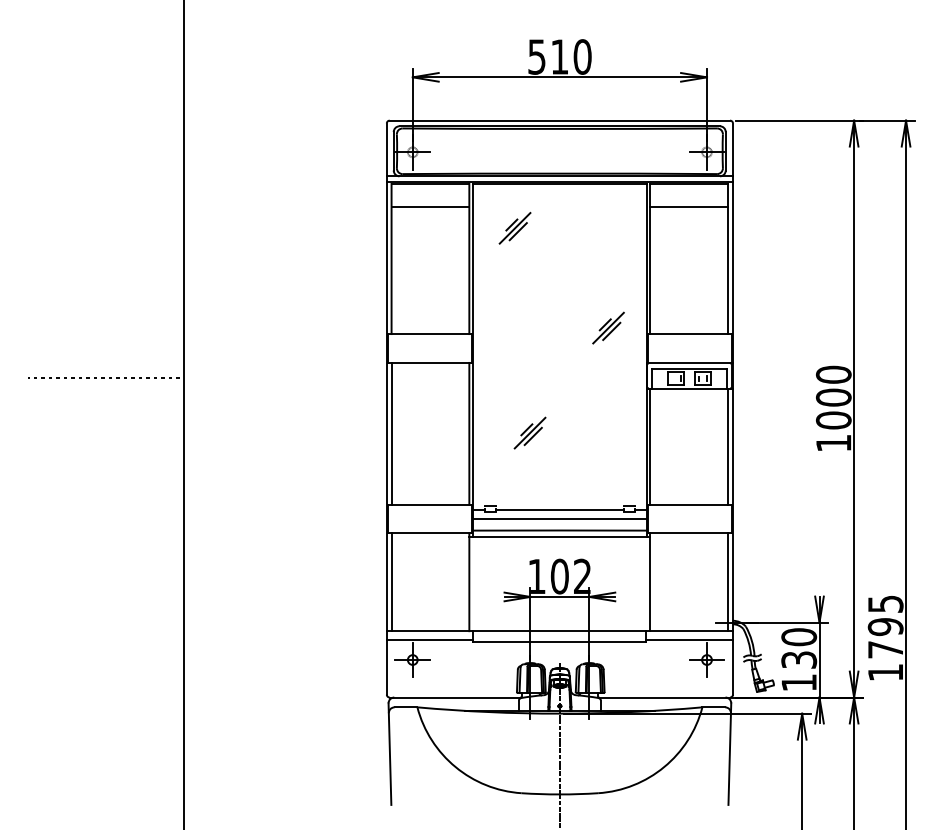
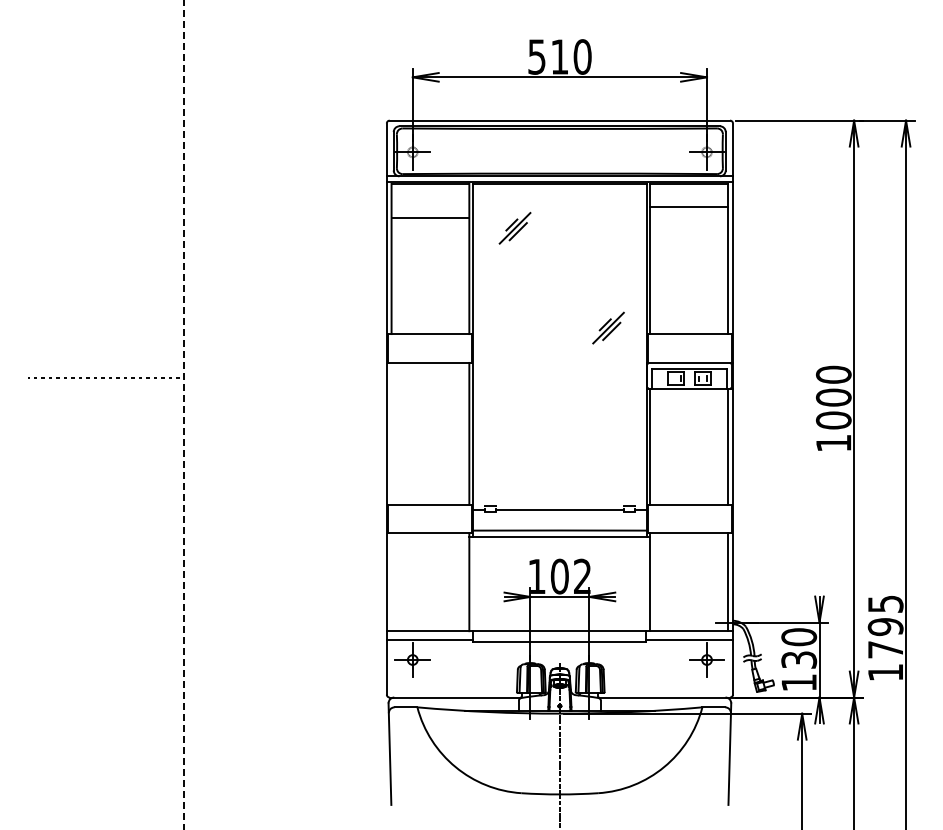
line at (430, 207) position: (430, 207) -> (430, 218)
line at (184, 414): solid -> dashed
part at (529, 432): present -> none
line at (391, 433): present -> none
line at (560, 518): present -> none
line at (391, 582): present -> none
